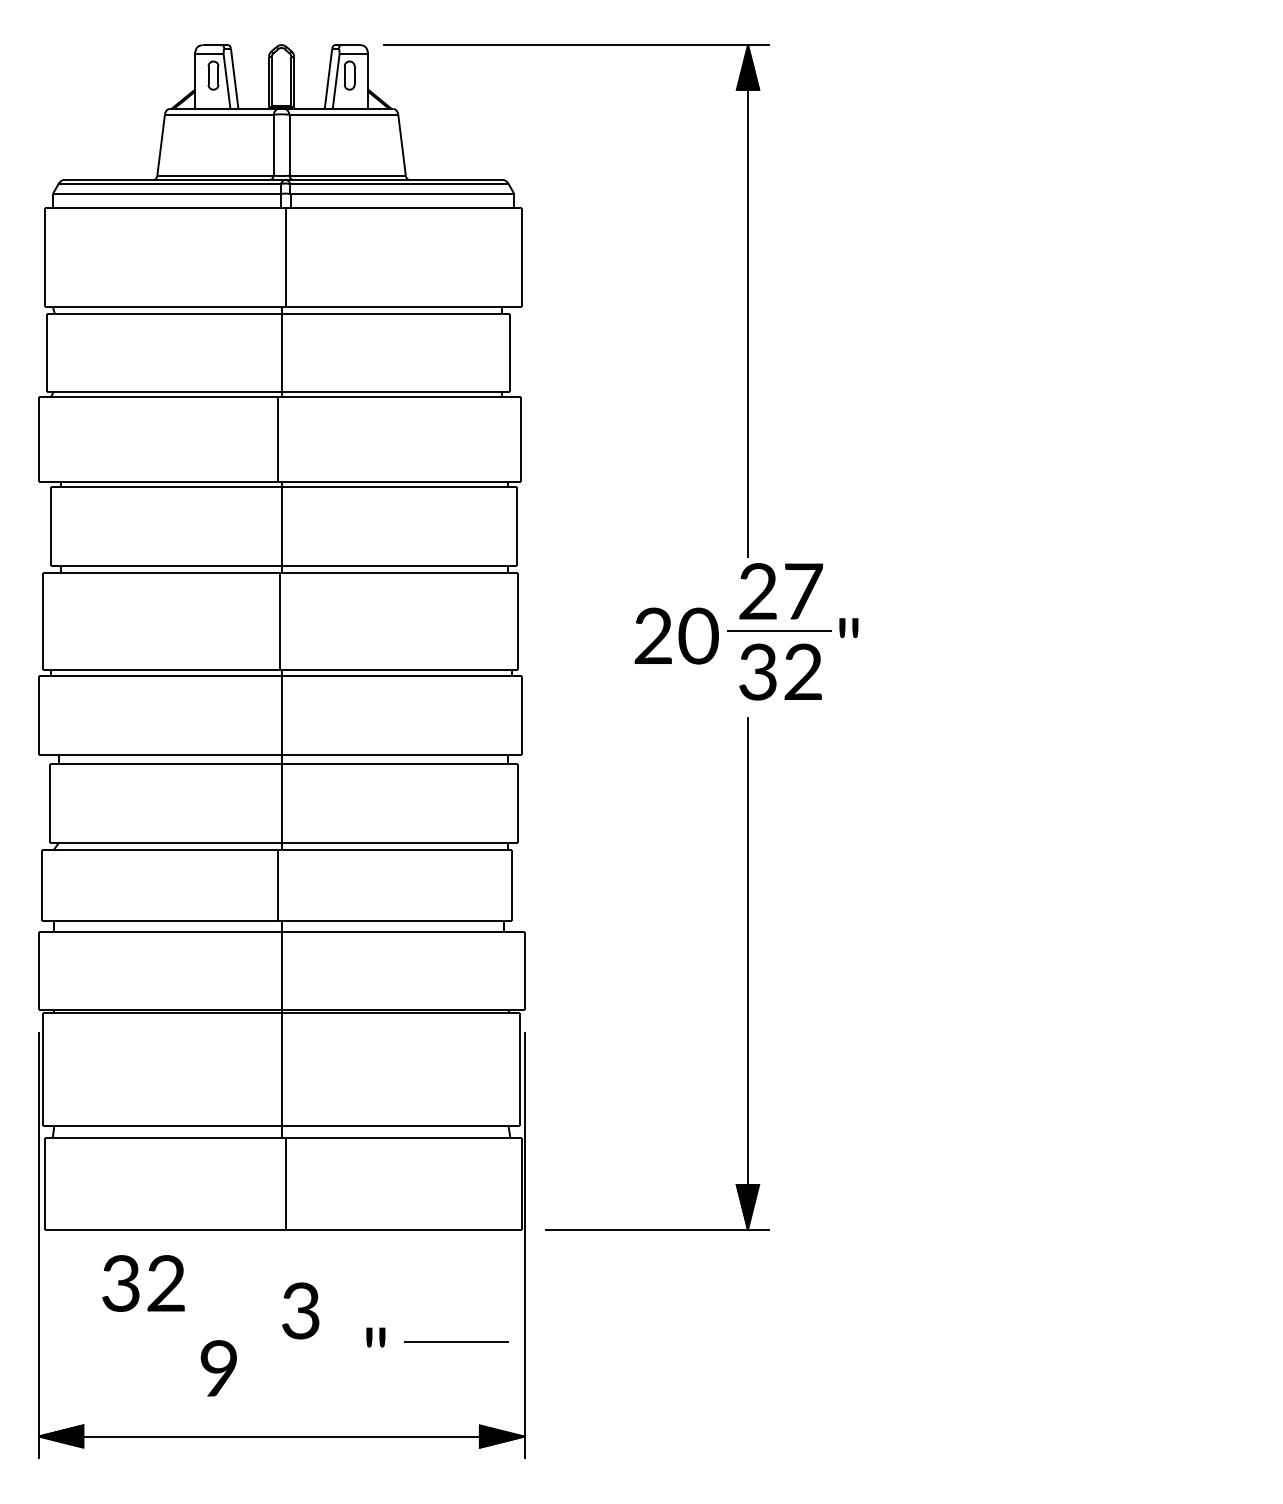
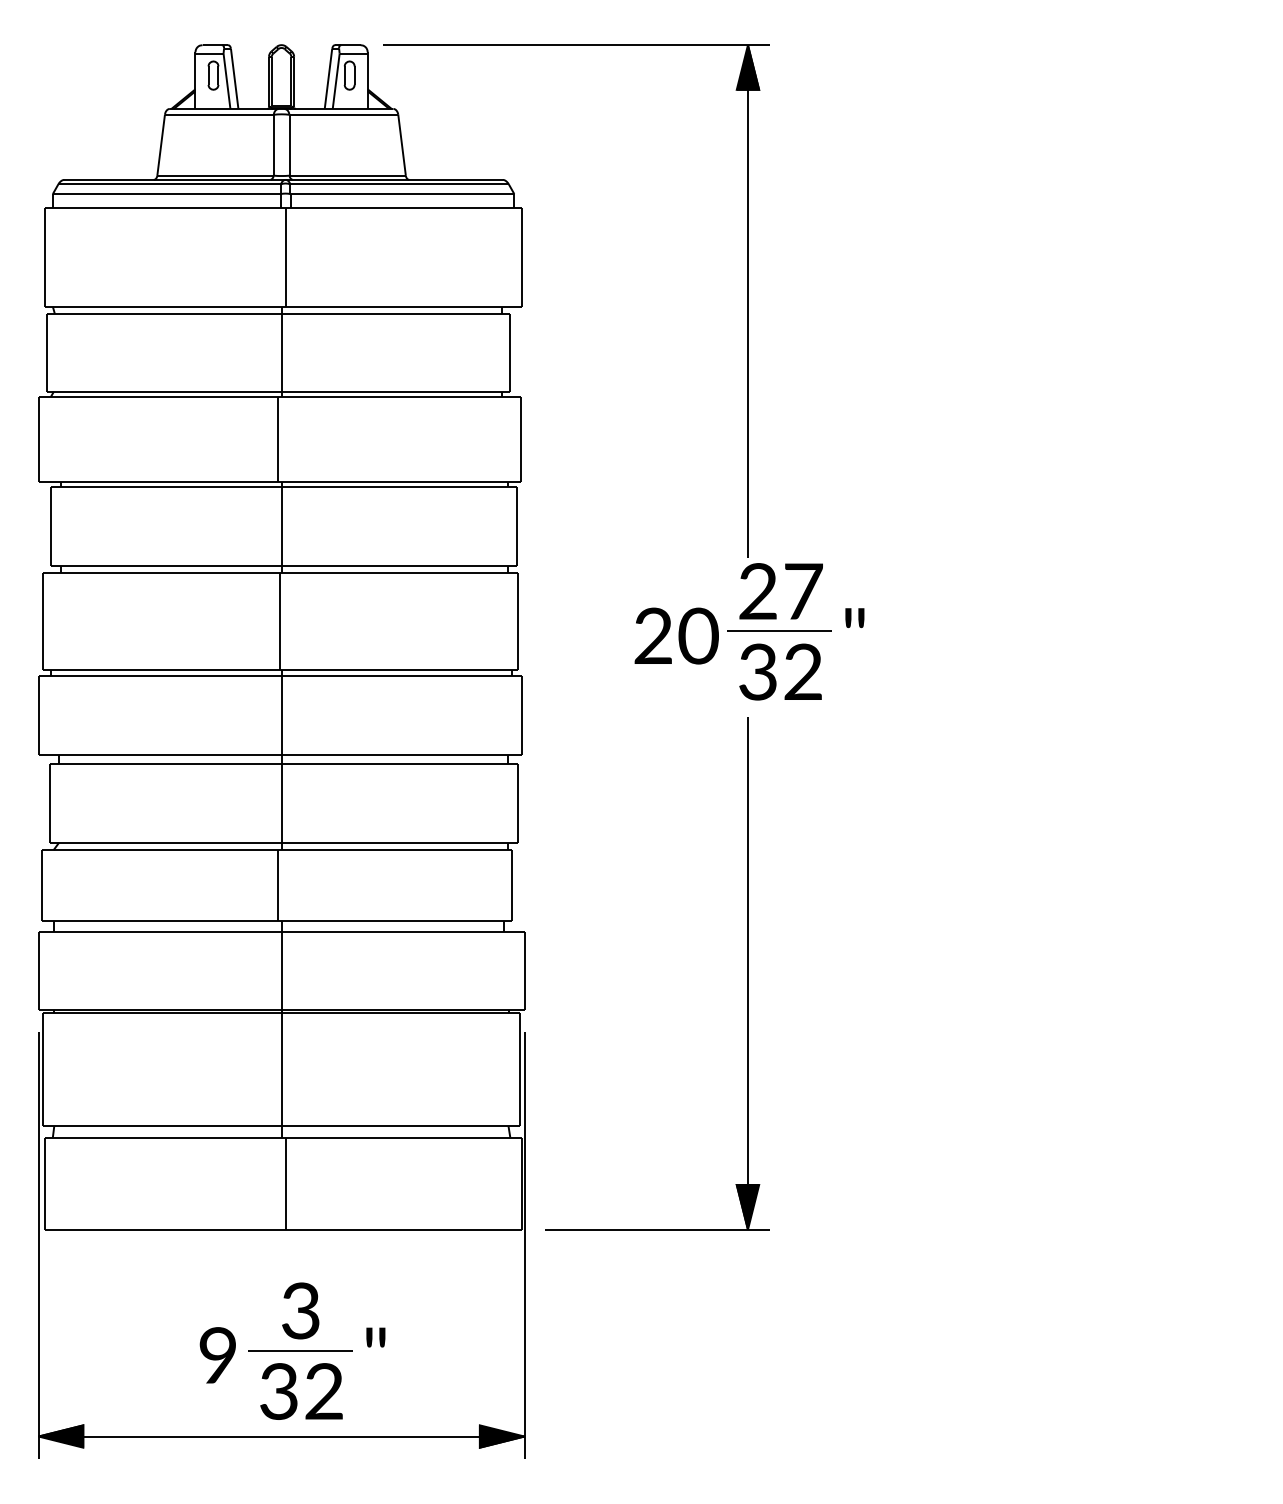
text at (848, 628) position: (848, 628) -> (854, 618)
text at (143, 1283) position: (143, 1283) -> (301, 1391)
line at (456, 1341) position: (456, 1341) -> (300, 1350)
text at (218, 1368) position: (218, 1368) -> (217, 1355)
